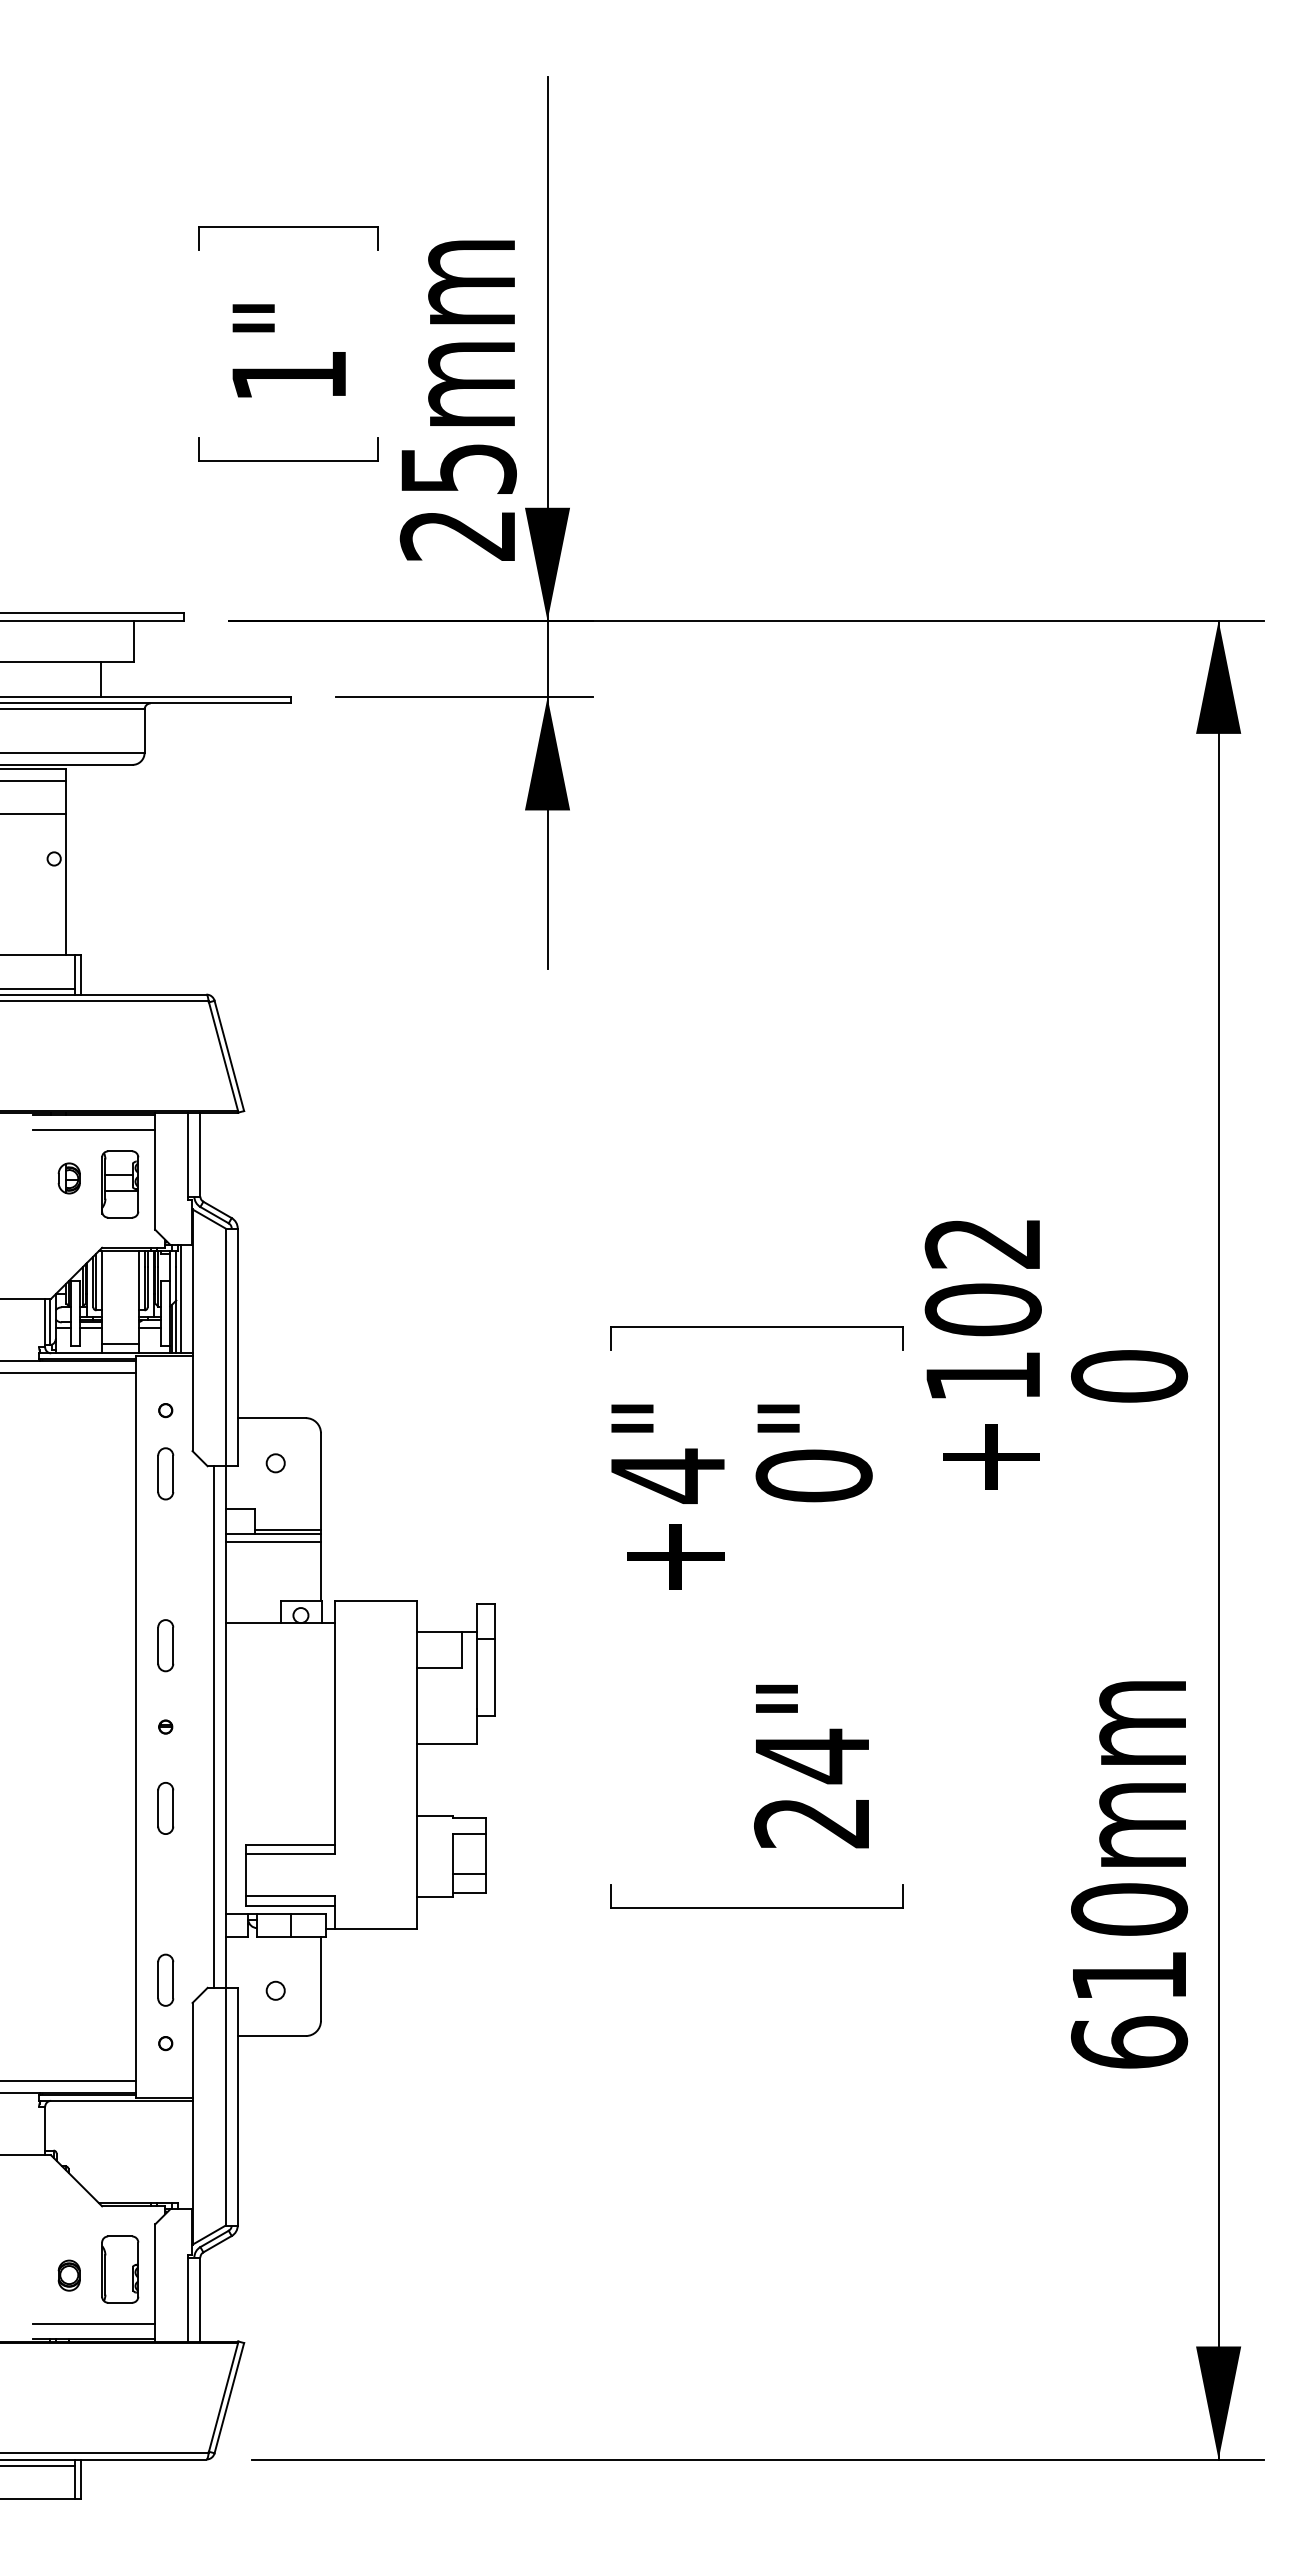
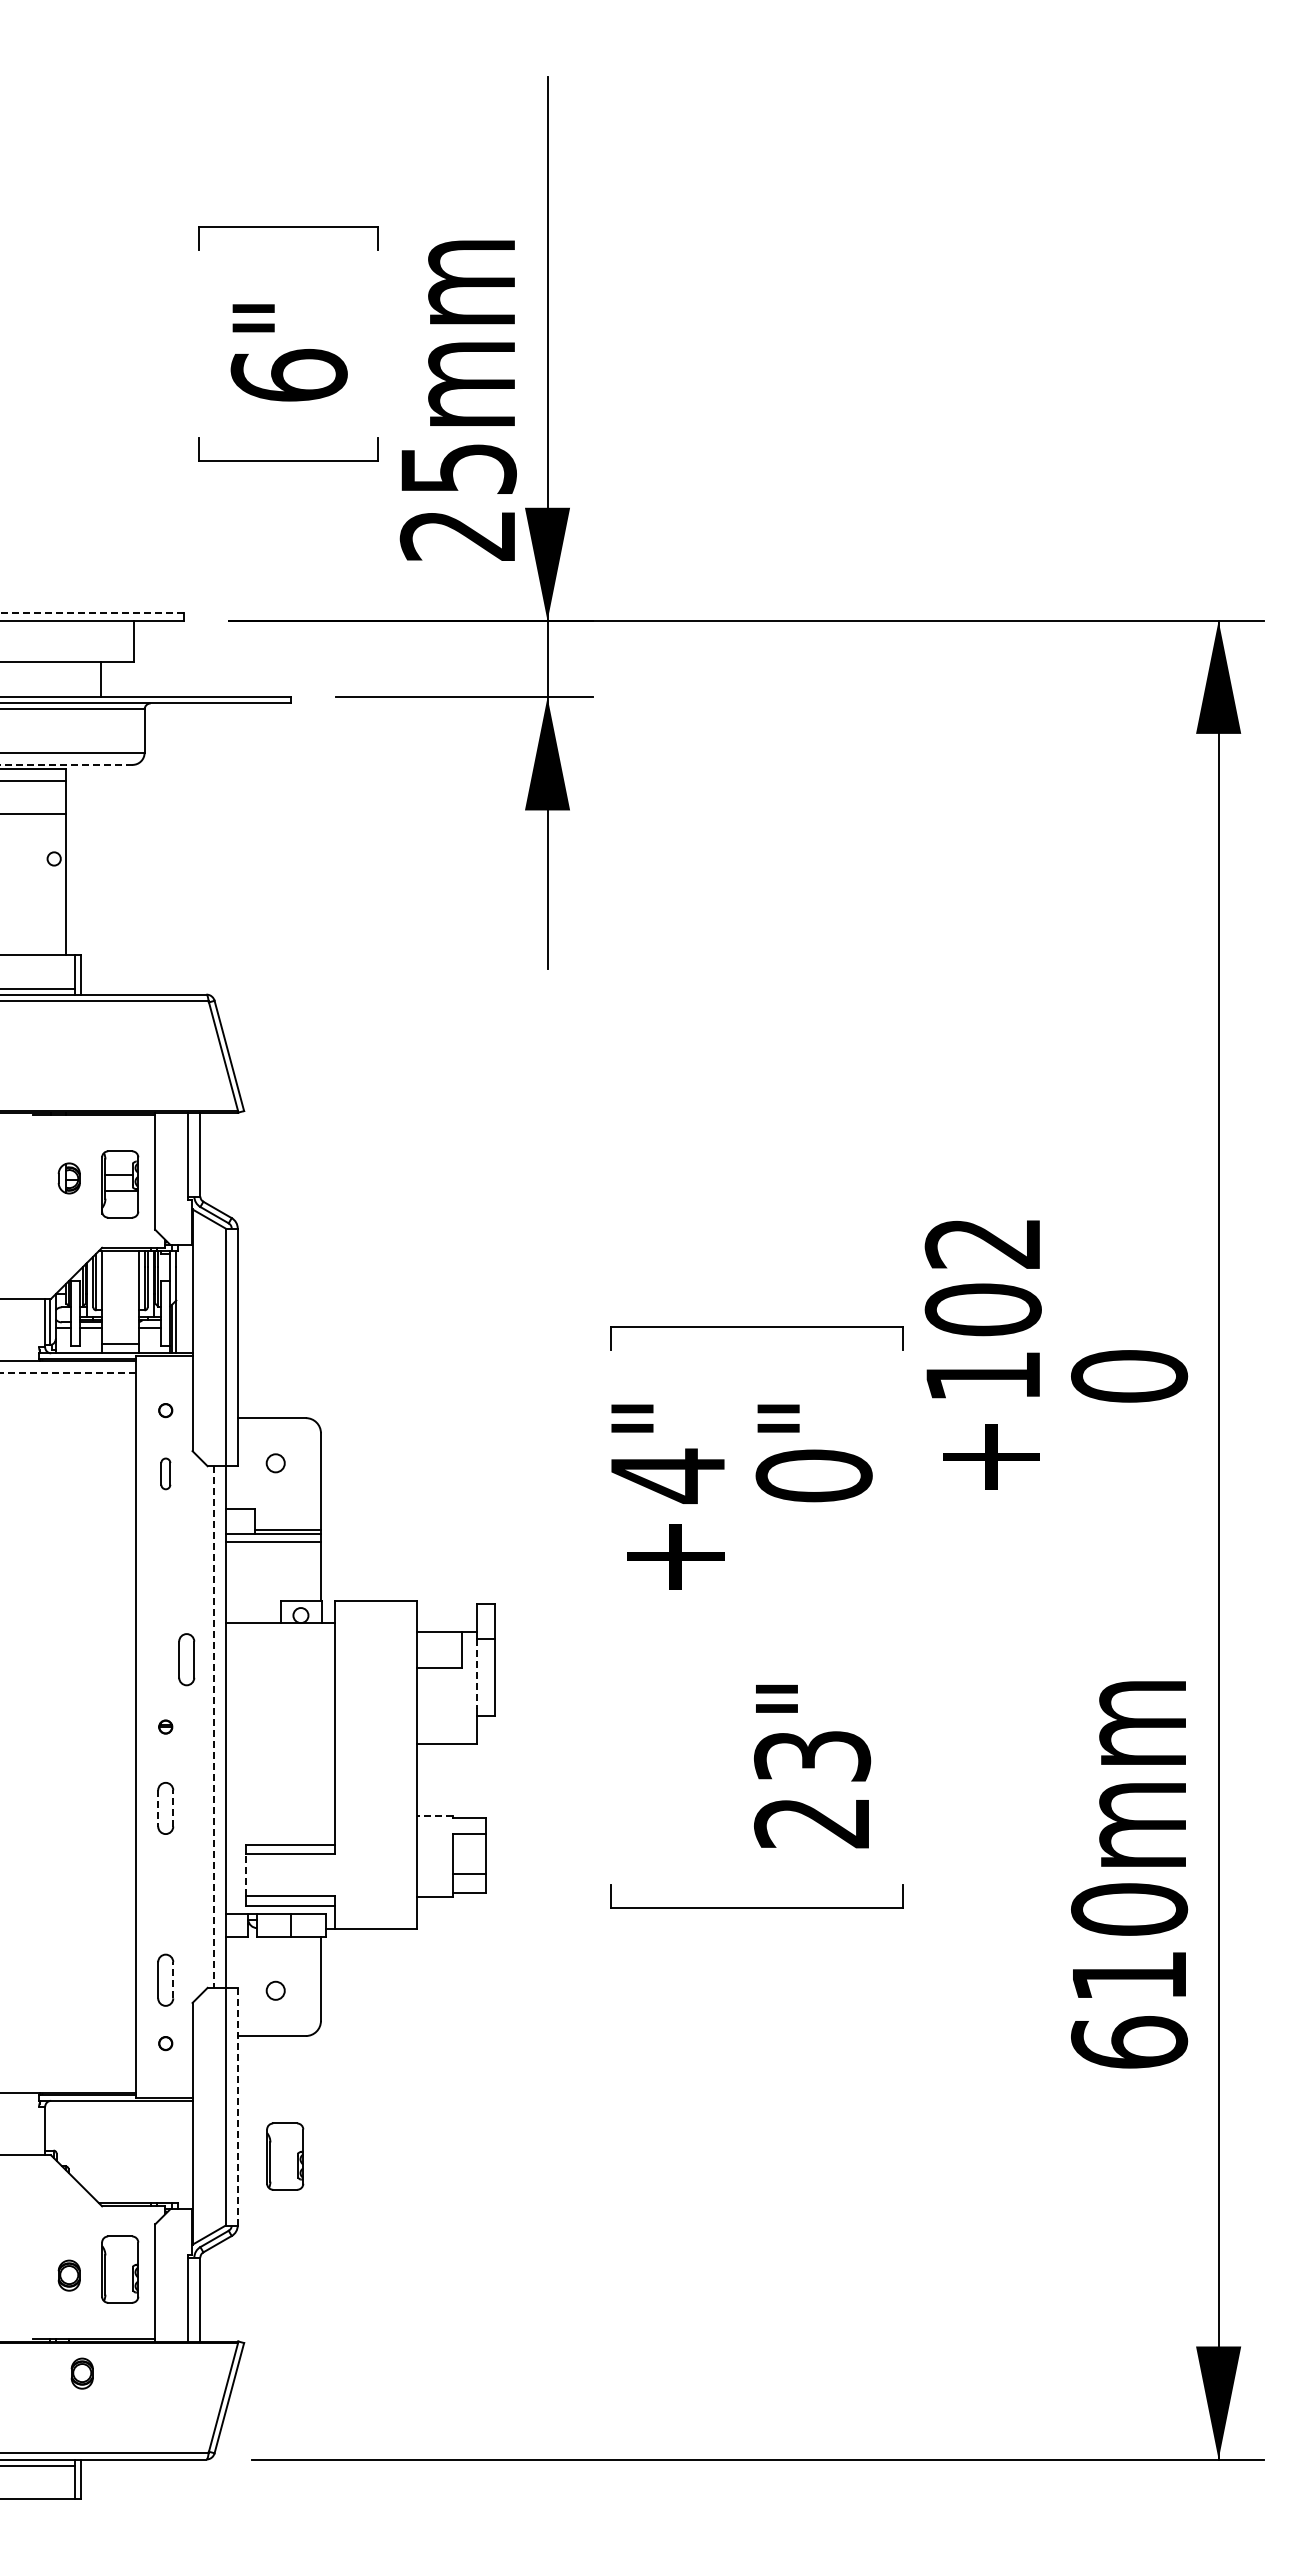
text at (288, 374): 1" -> 6"
line at (91, 612): solid -> dashed
line at (66, 764): solid -> dashed
line at (94, 1130): present -> none
line at (180, 1298): present -> none
line at (67, 1372): solid -> dashed
part at (165, 1473) size: 18x54 px -> 12x34 px
part at (165, 1645) position: (165, 1645) -> (186, 1659)
line at (477, 1674): solid -> dashed
line at (213, 1727): solid -> dashed
text at (812, 1756): 24" -> 23"
line at (173, 1807): solid -> dashed
line at (158, 1808): solid -> dashed
line at (434, 1816): solid -> dashed
line at (245, 1875): solid -> dashed
line at (173, 1979): solid -> dashed
line at (68, 2081): present -> none
line at (237, 2106): solid -> dashed
part at (285, 2156): none -> present
line at (94, 2323): present -> none
part at (81, 2373): none -> present
